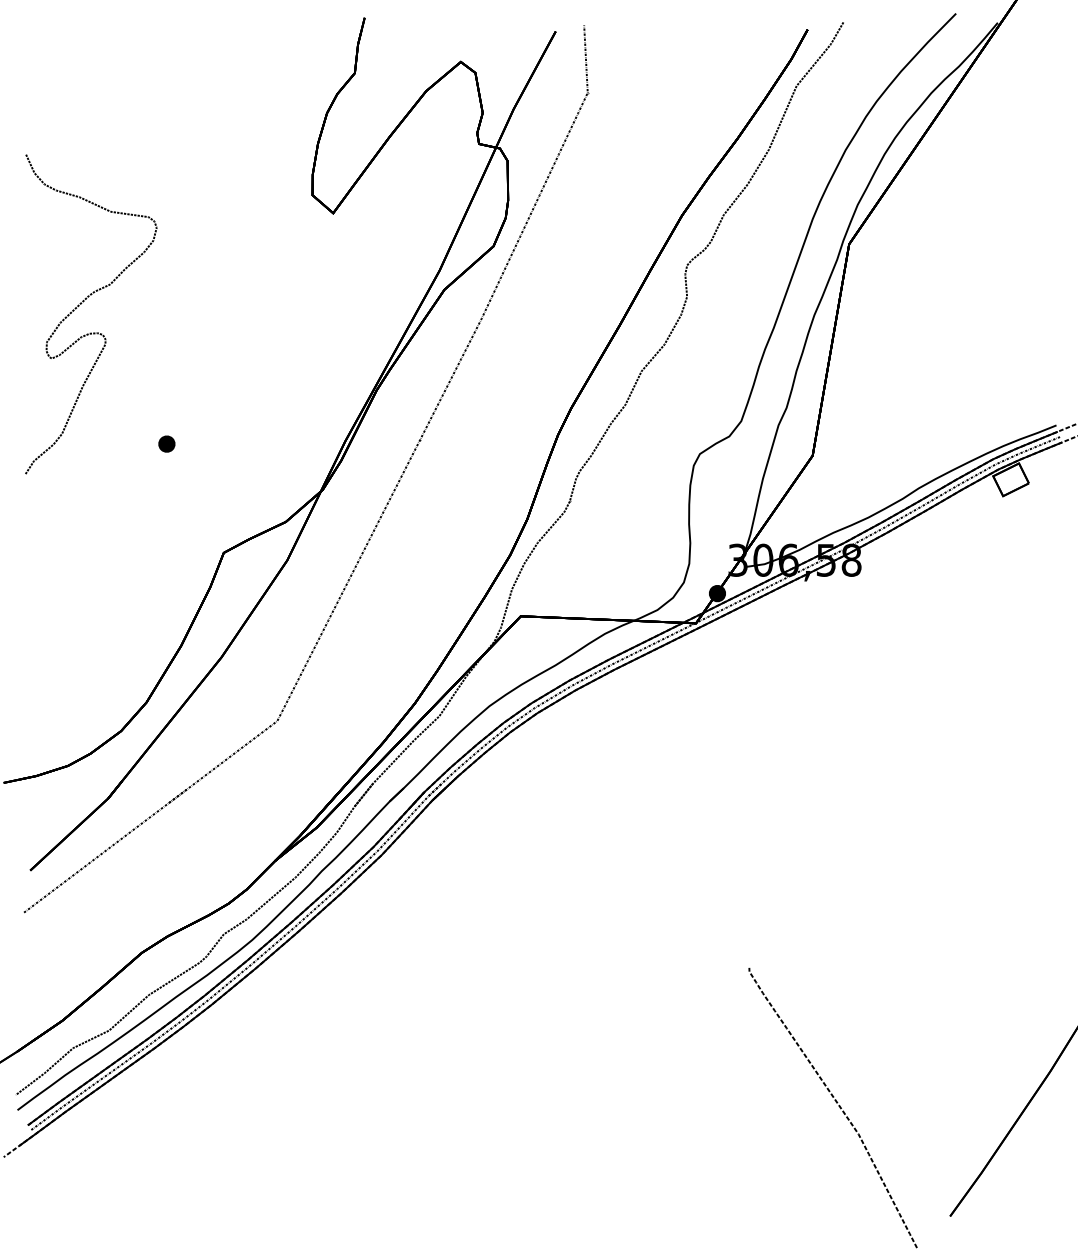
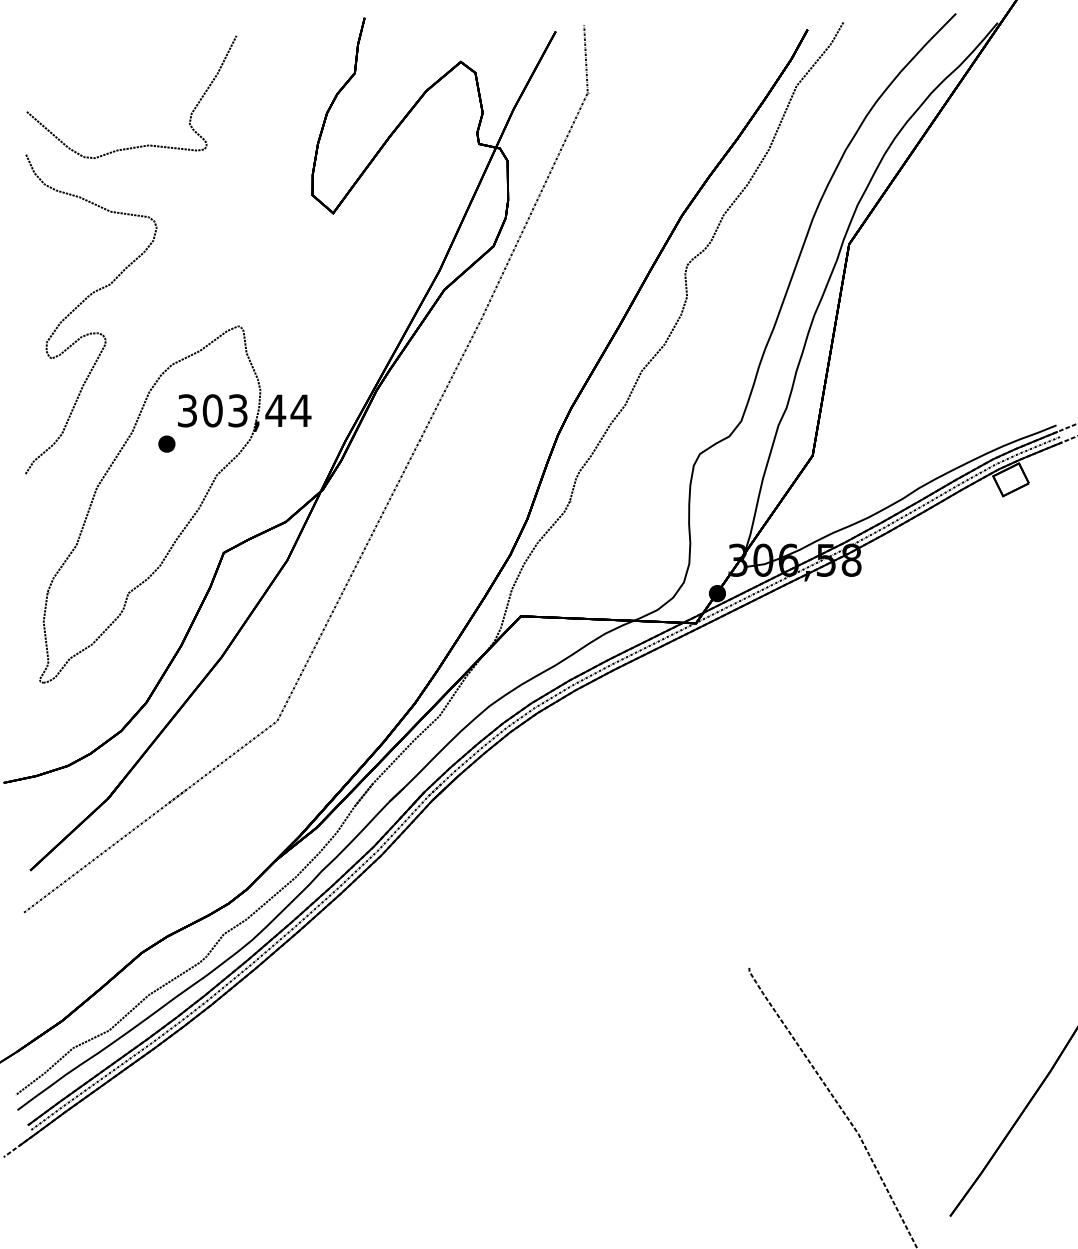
curve at (140, 145): none -> present
part at (192, 515): none -> present
